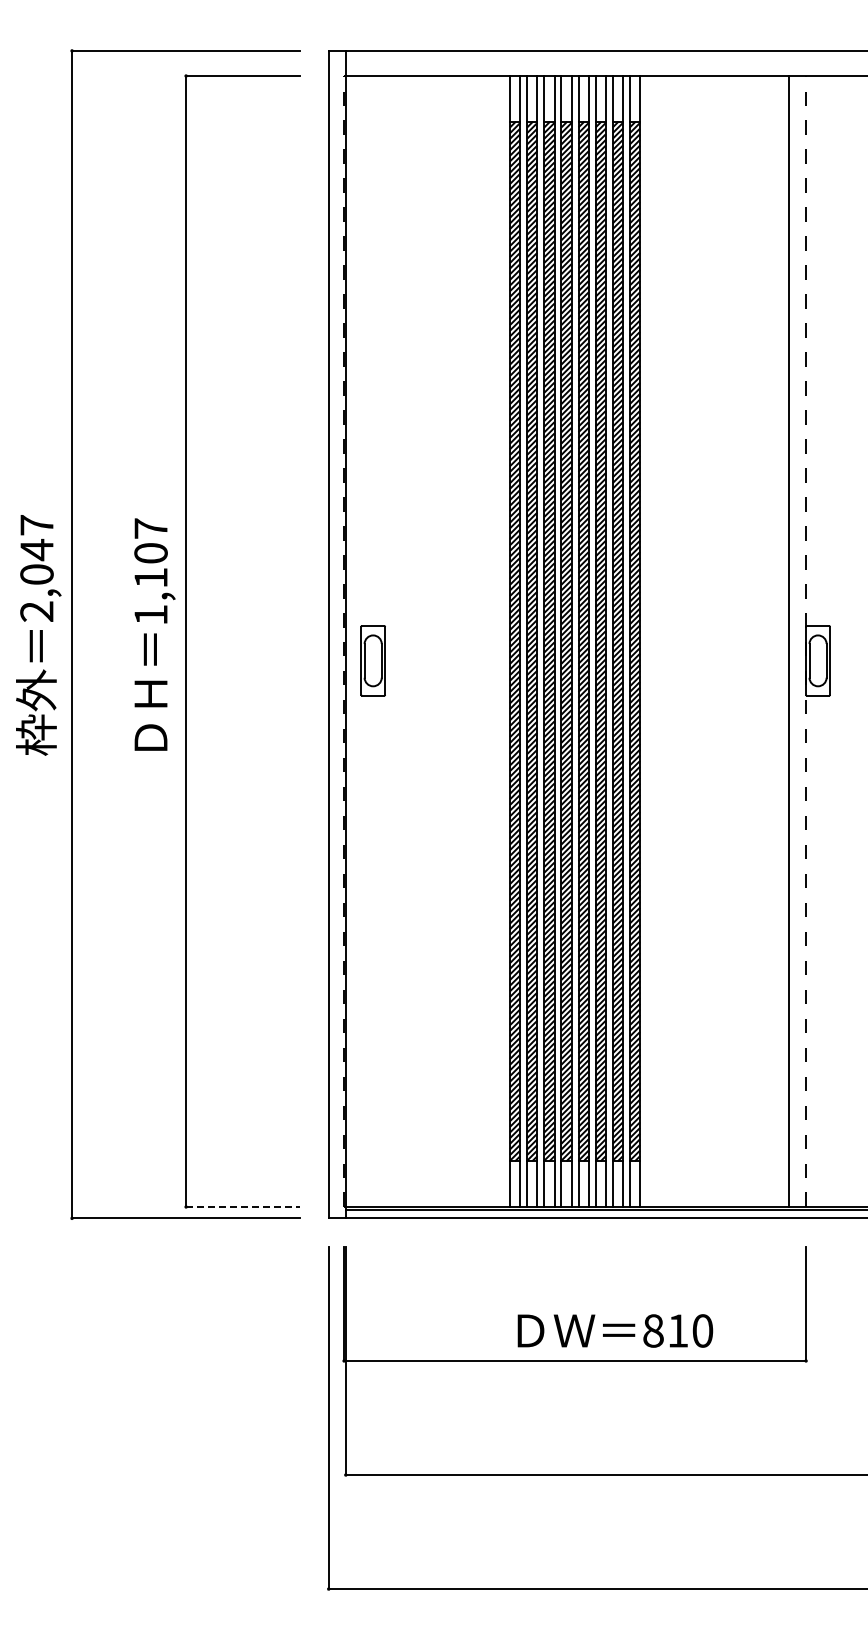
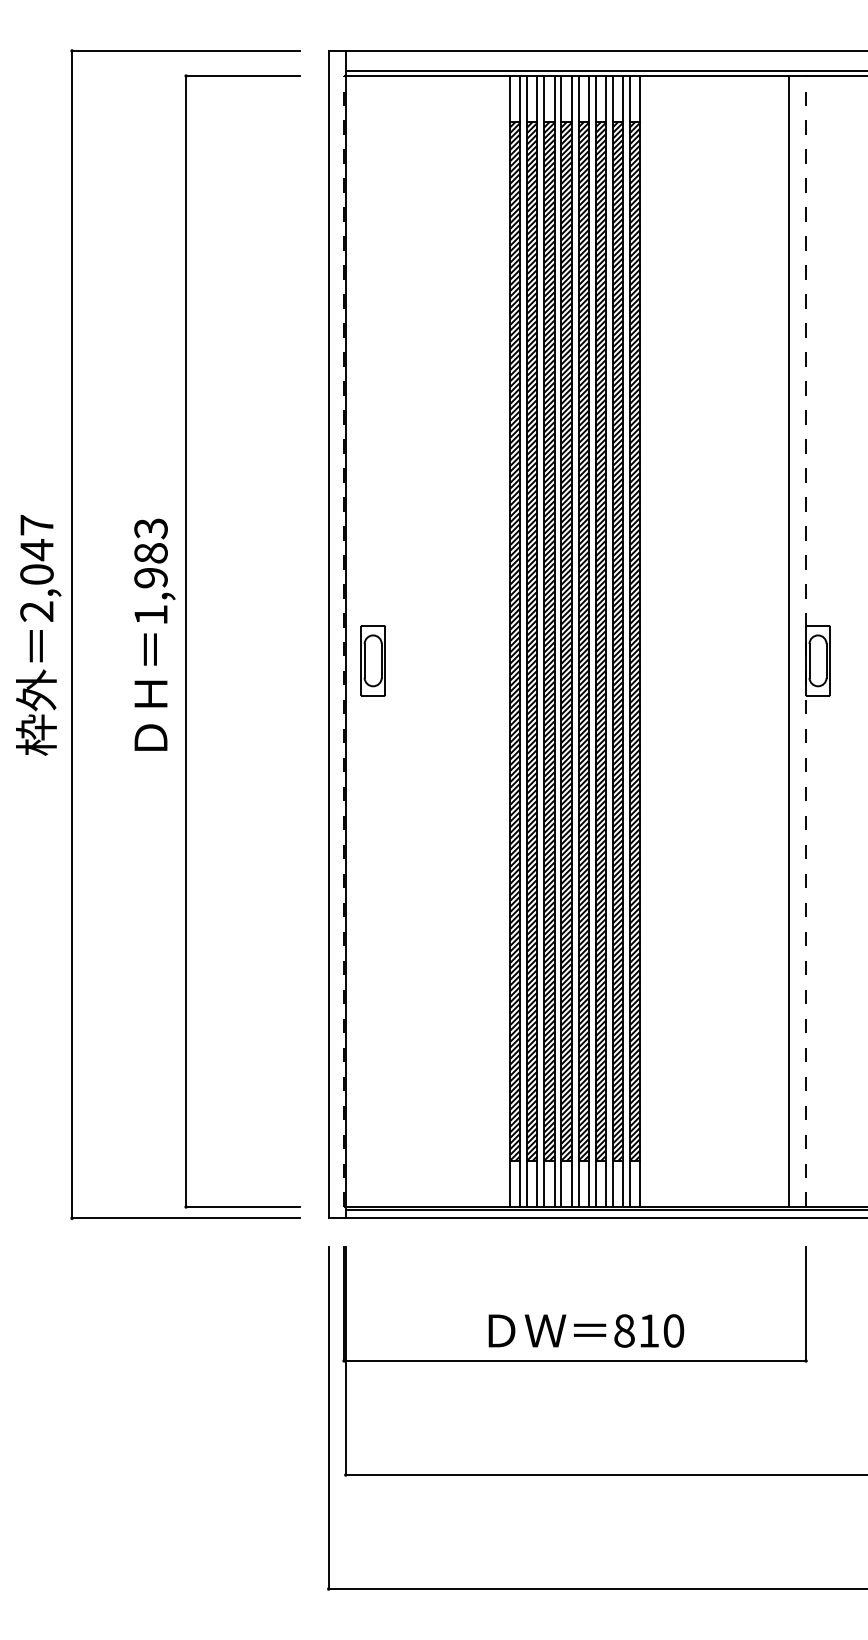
line at (604, 71): none -> present
text at (150, 553): 1,107 -> 1,983
line at (243, 1206): dashed -> solid
text at (615, 1330) position: (615, 1330) -> (586, 1330)
